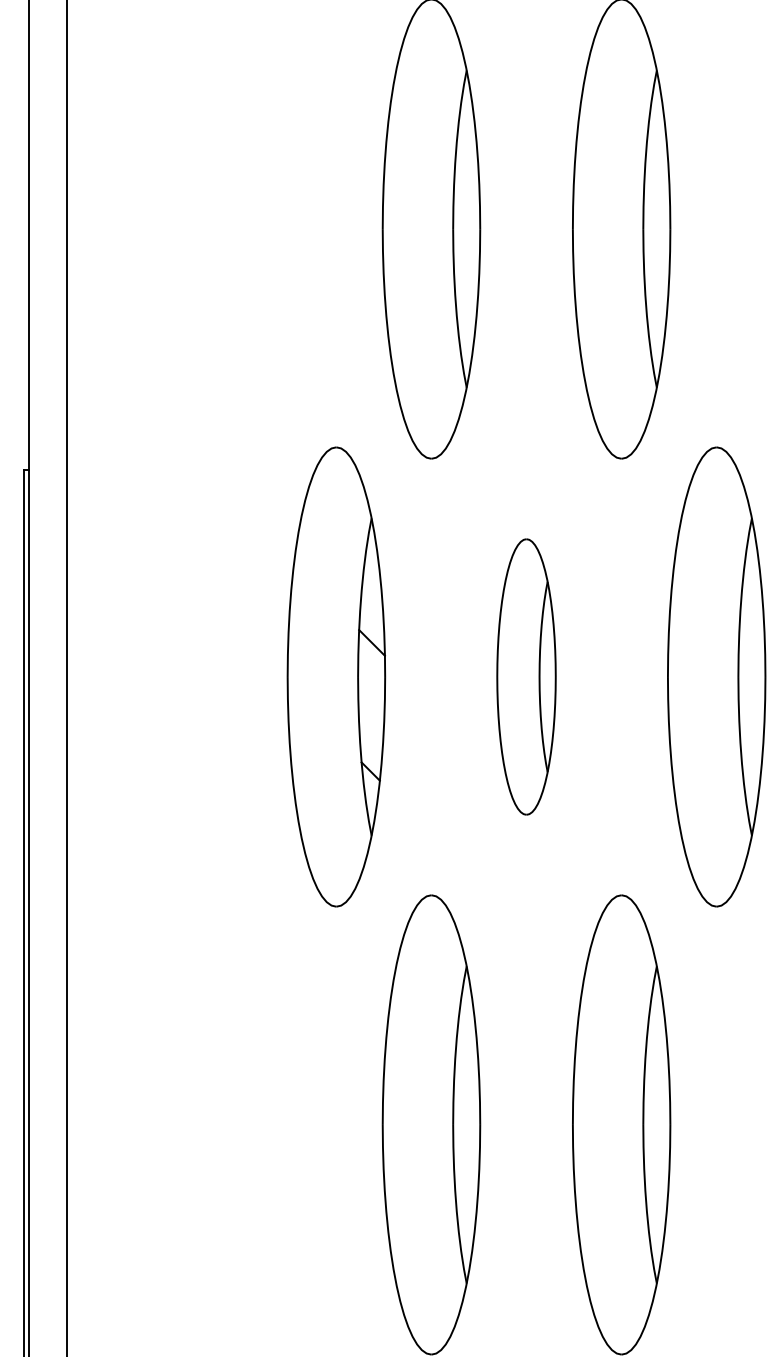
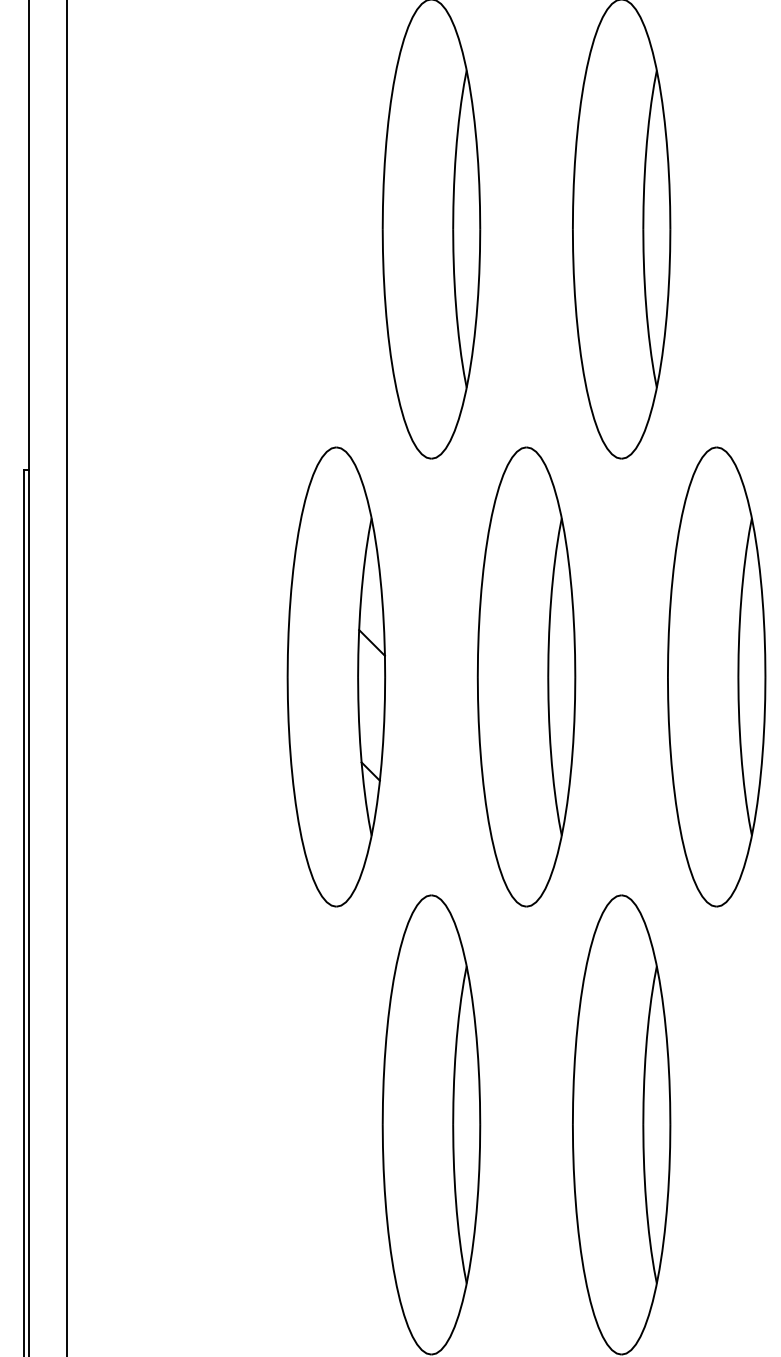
part at (526, 676) size: 61x278 px -> 101x462 px
